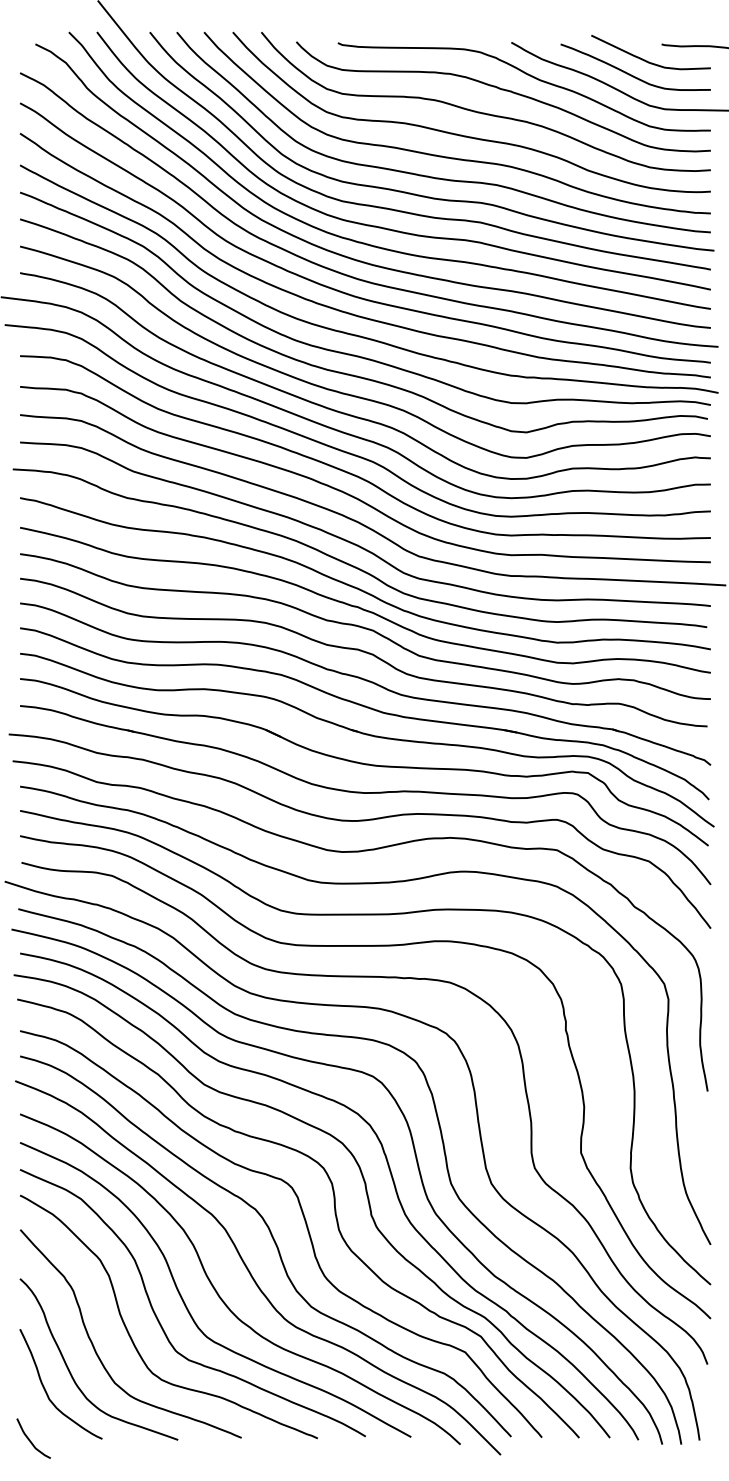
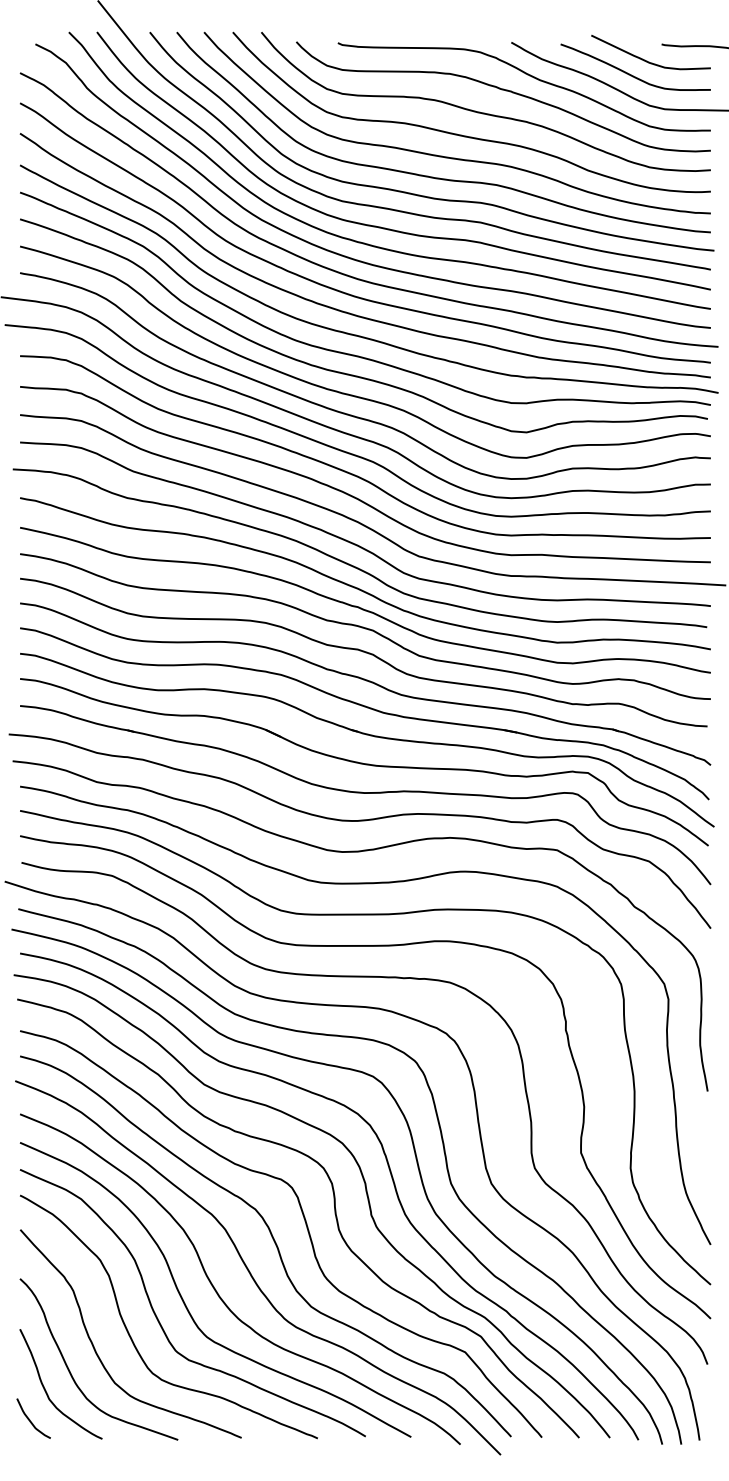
curve at (30, 1439) position: (30, 1439) -> (30, 1419)
